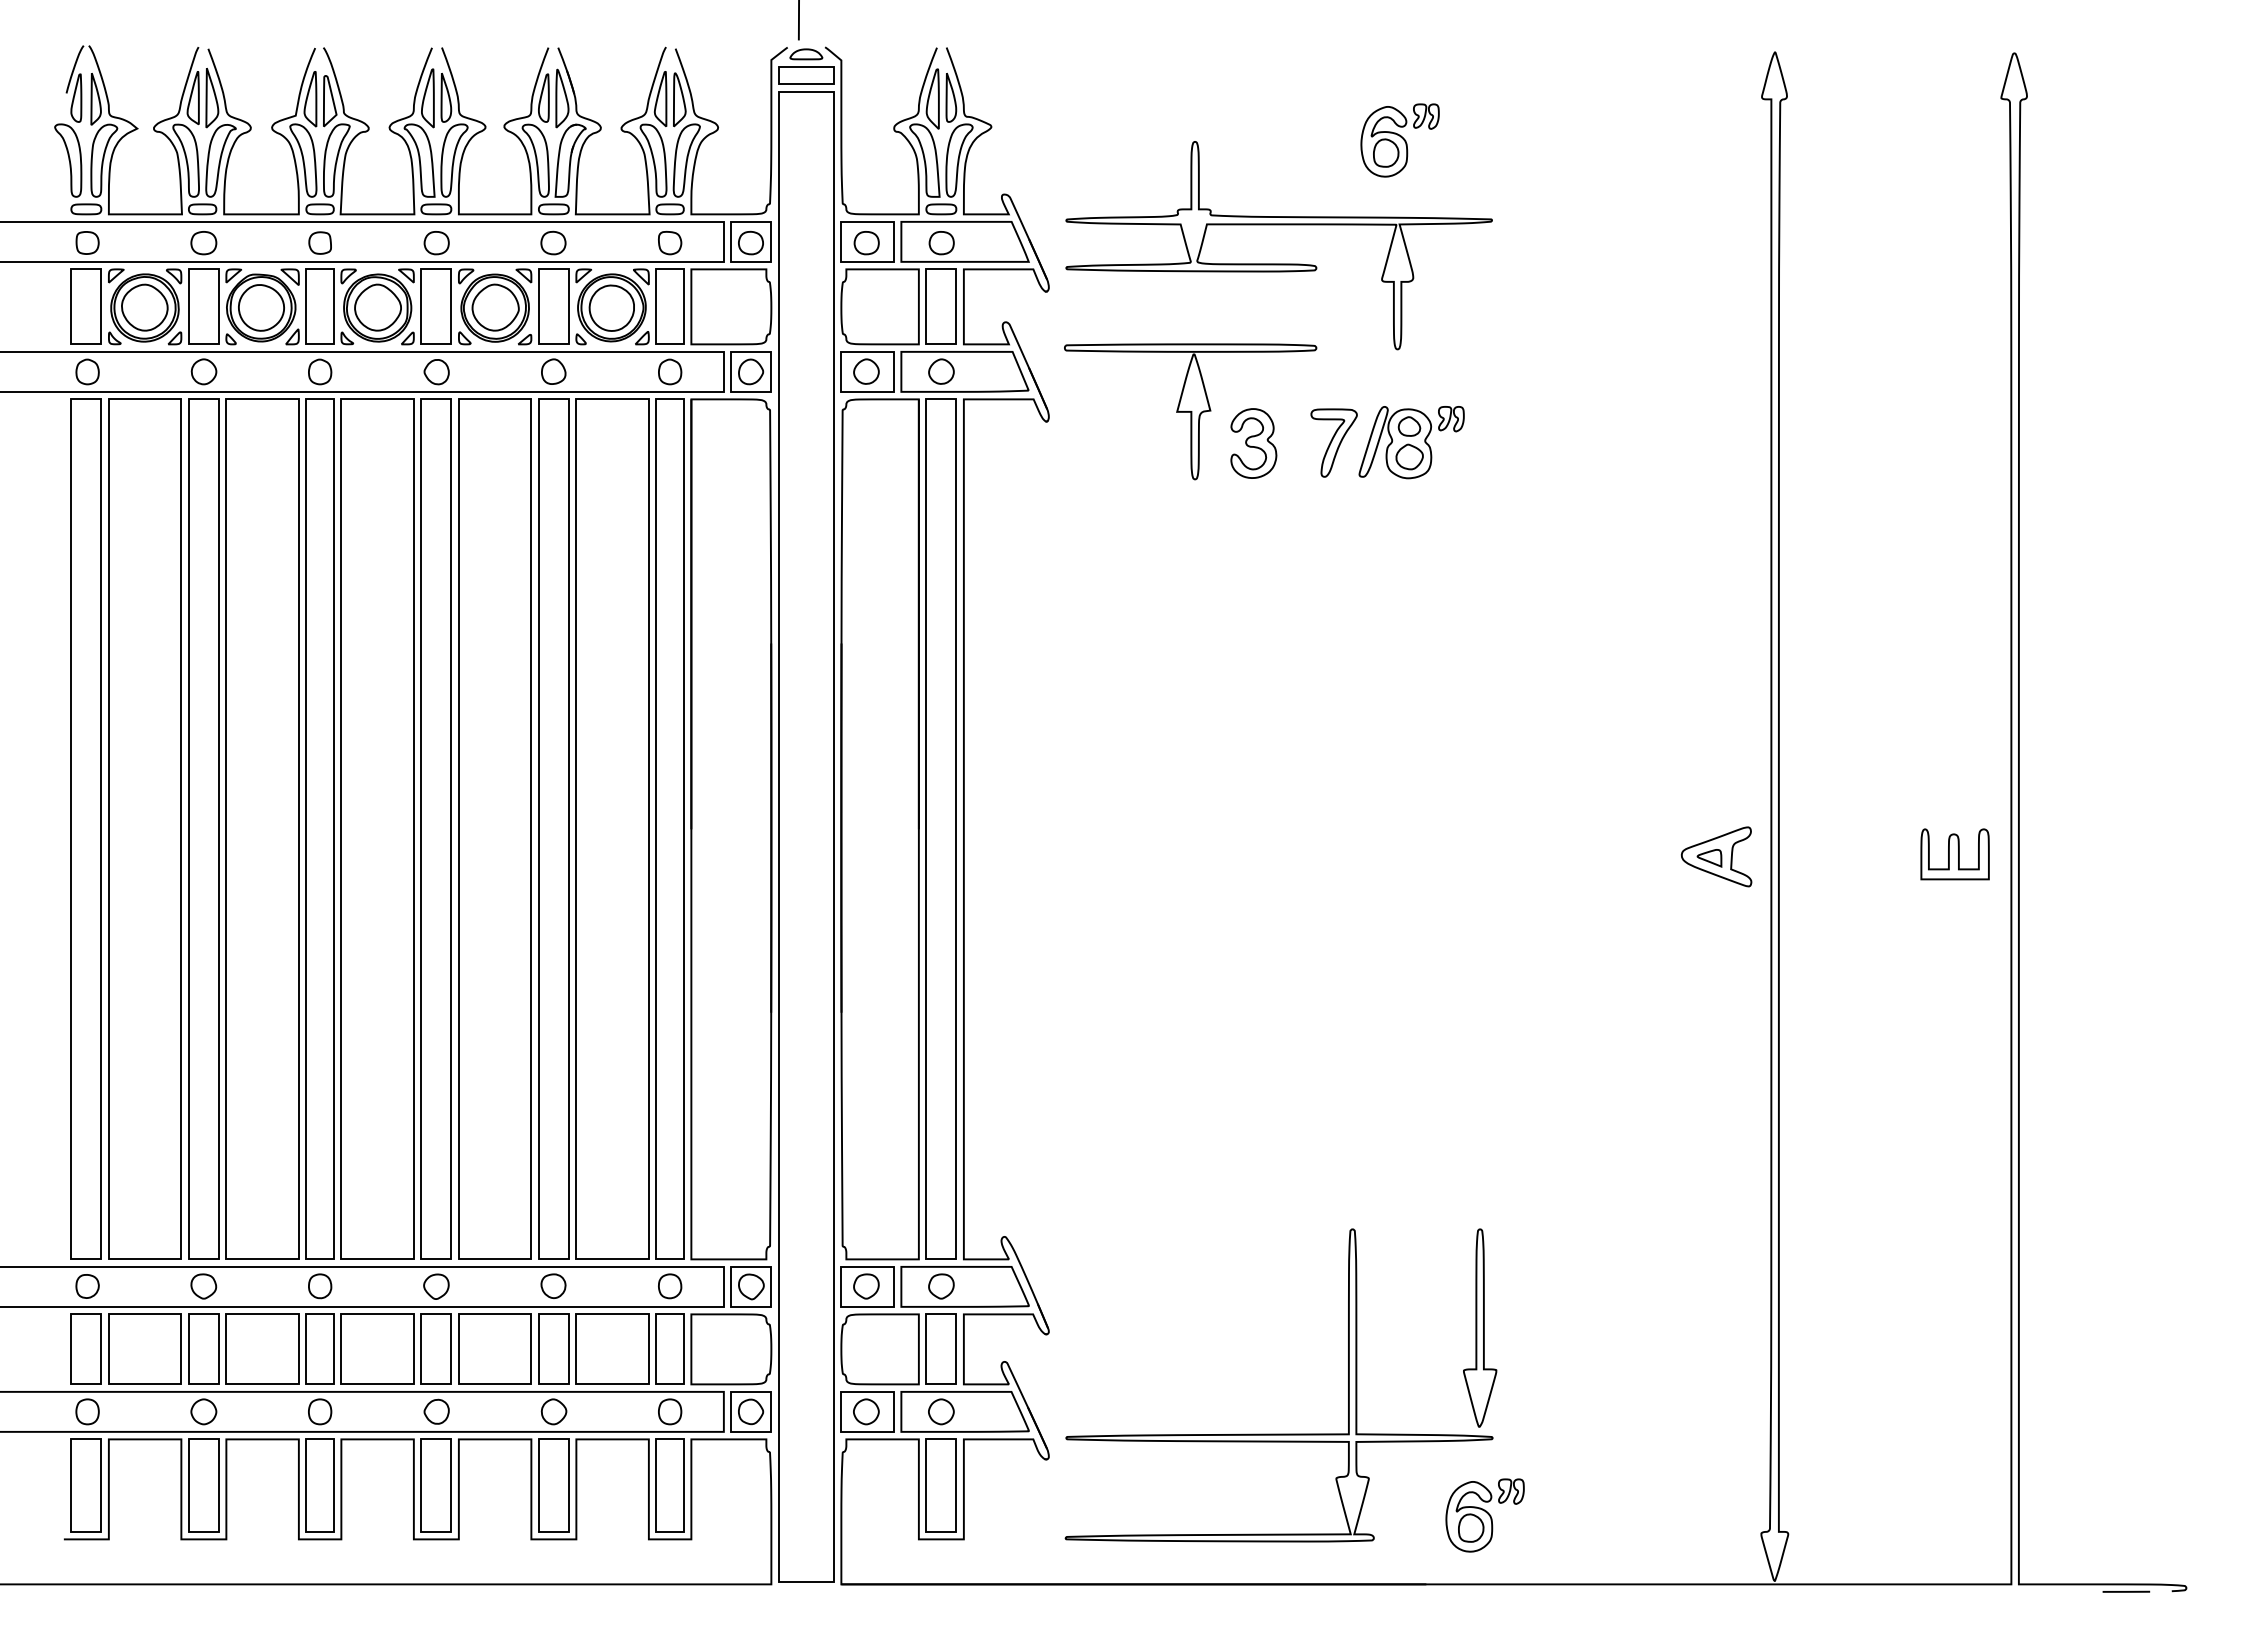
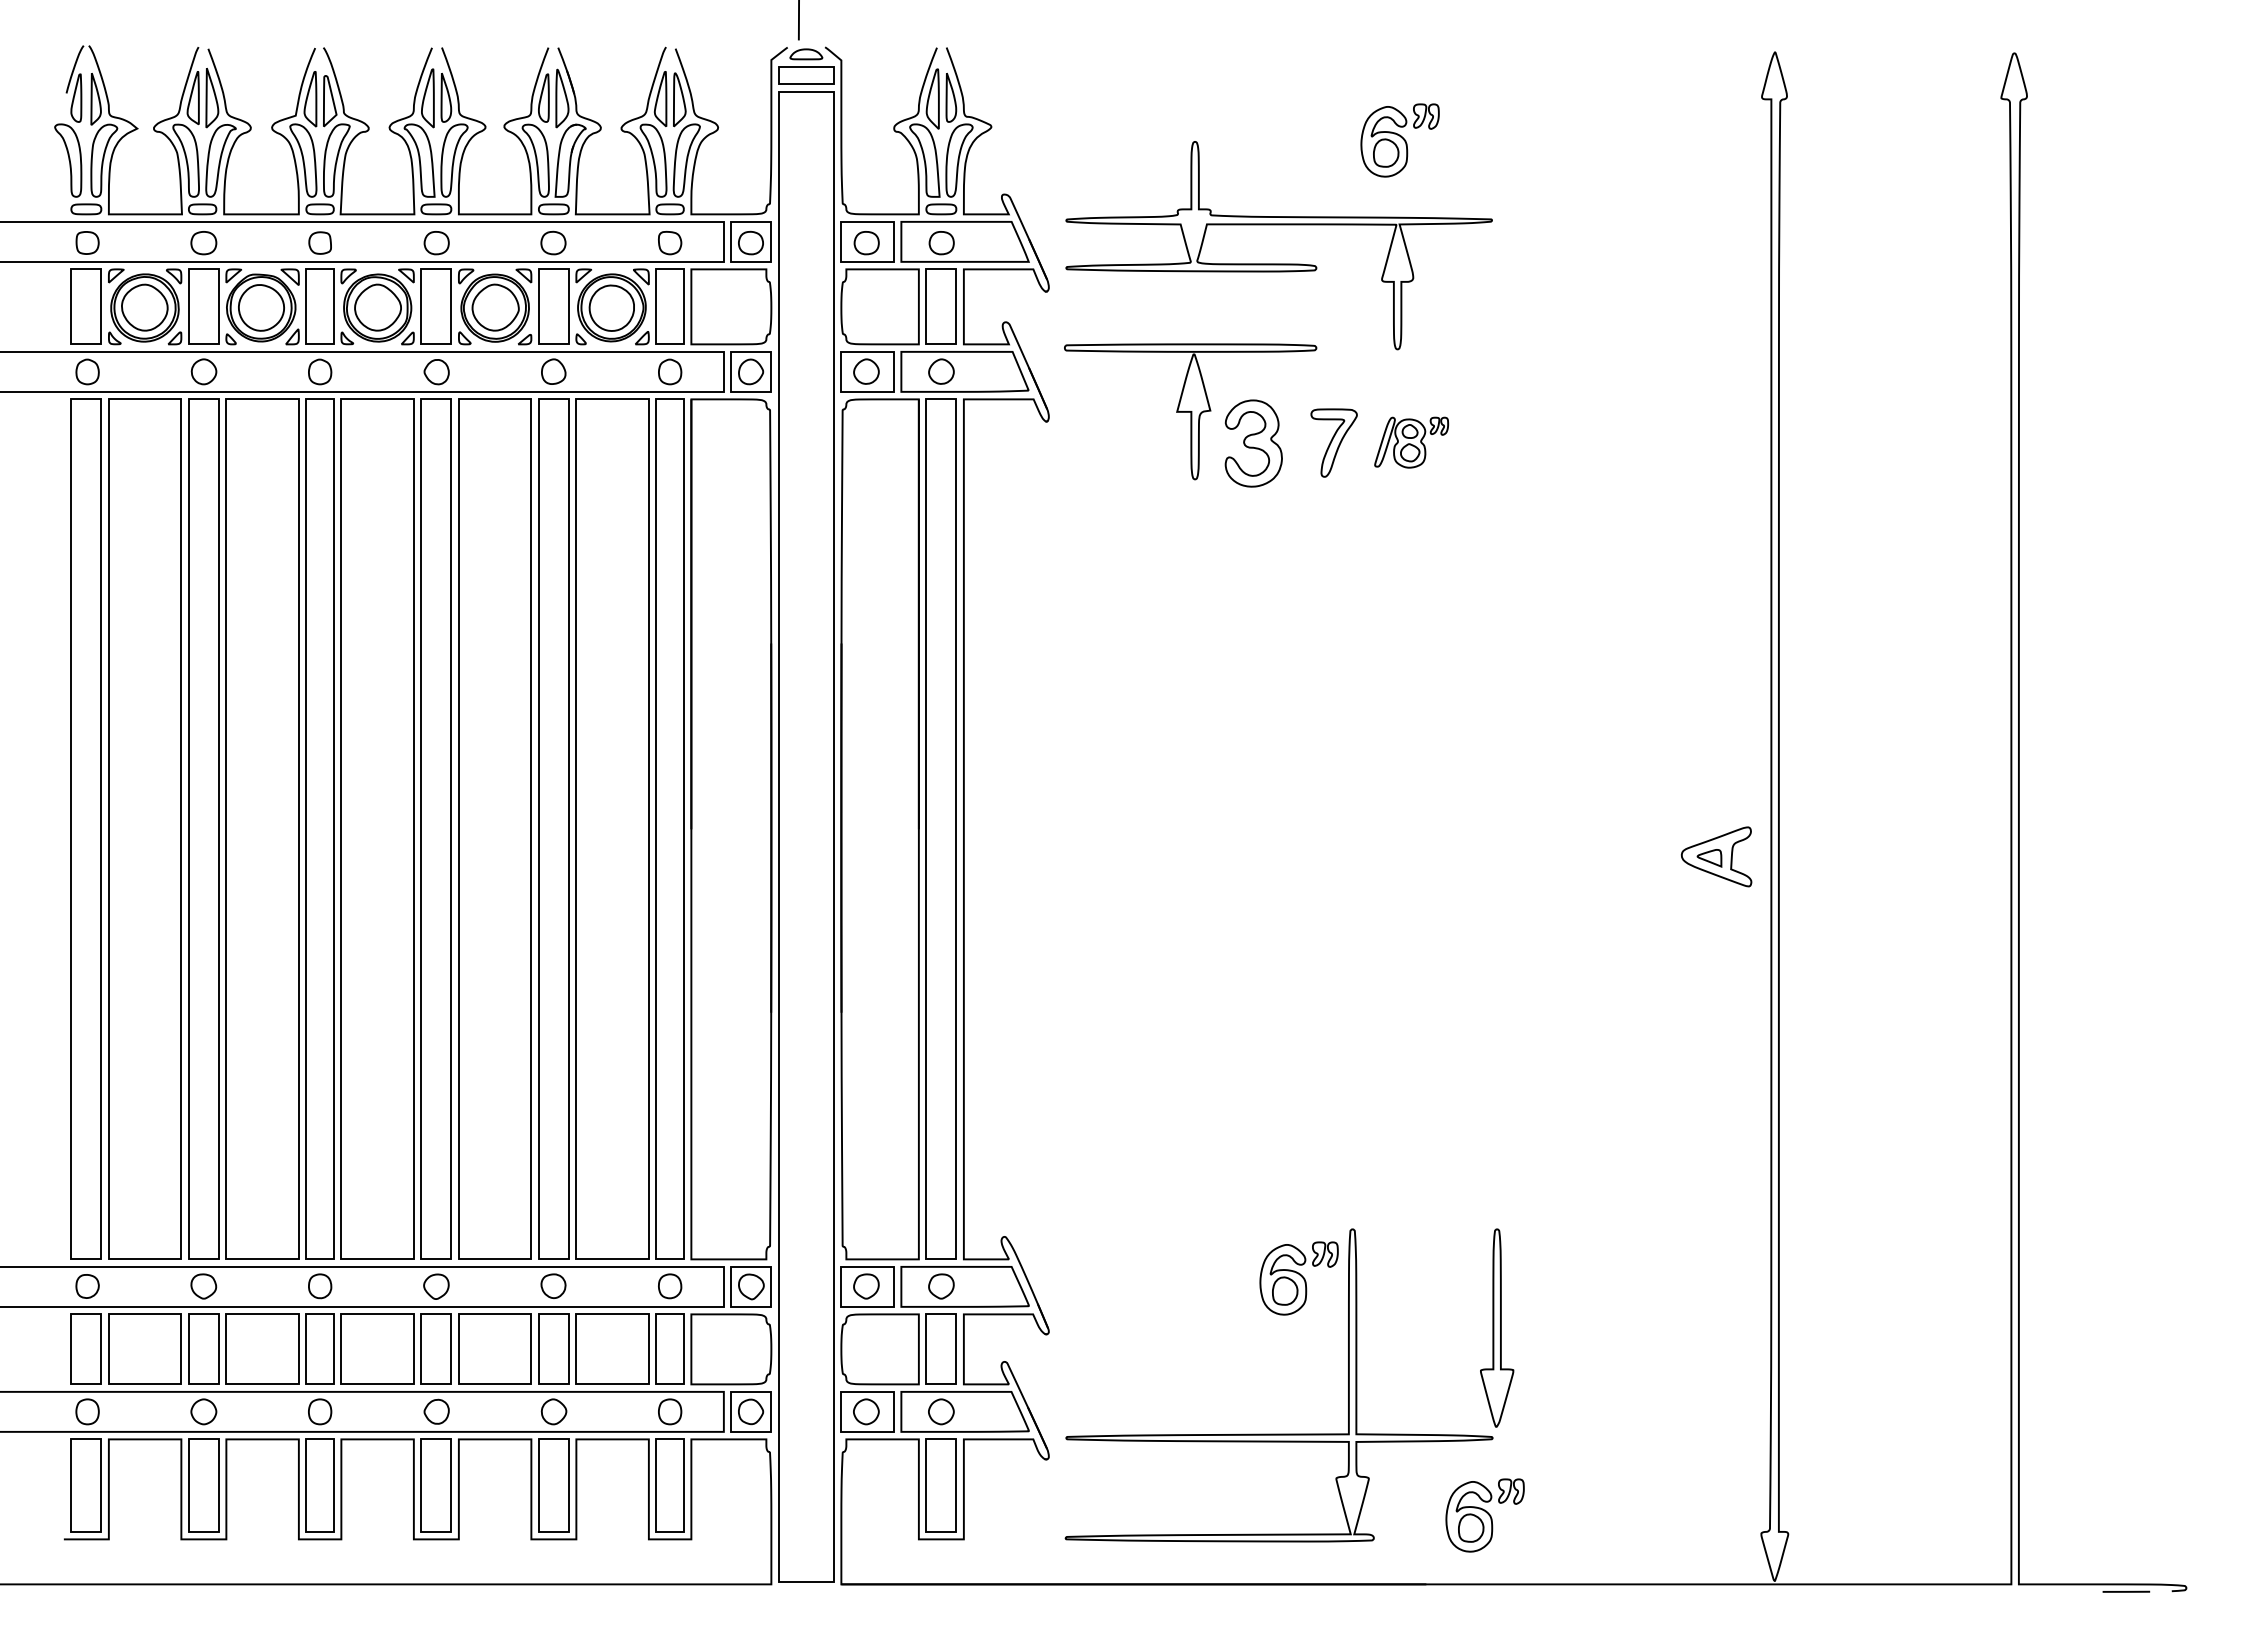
part at (1411, 442) size: 107x74 px -> 76x53 px
part at (1253, 443) size: 48x71 px -> 59x89 px
part at (1954, 854): present -> none
part at (1298, 1278): none -> present
part at (1480, 1327) position: (1480, 1327) -> (1497, 1327)
